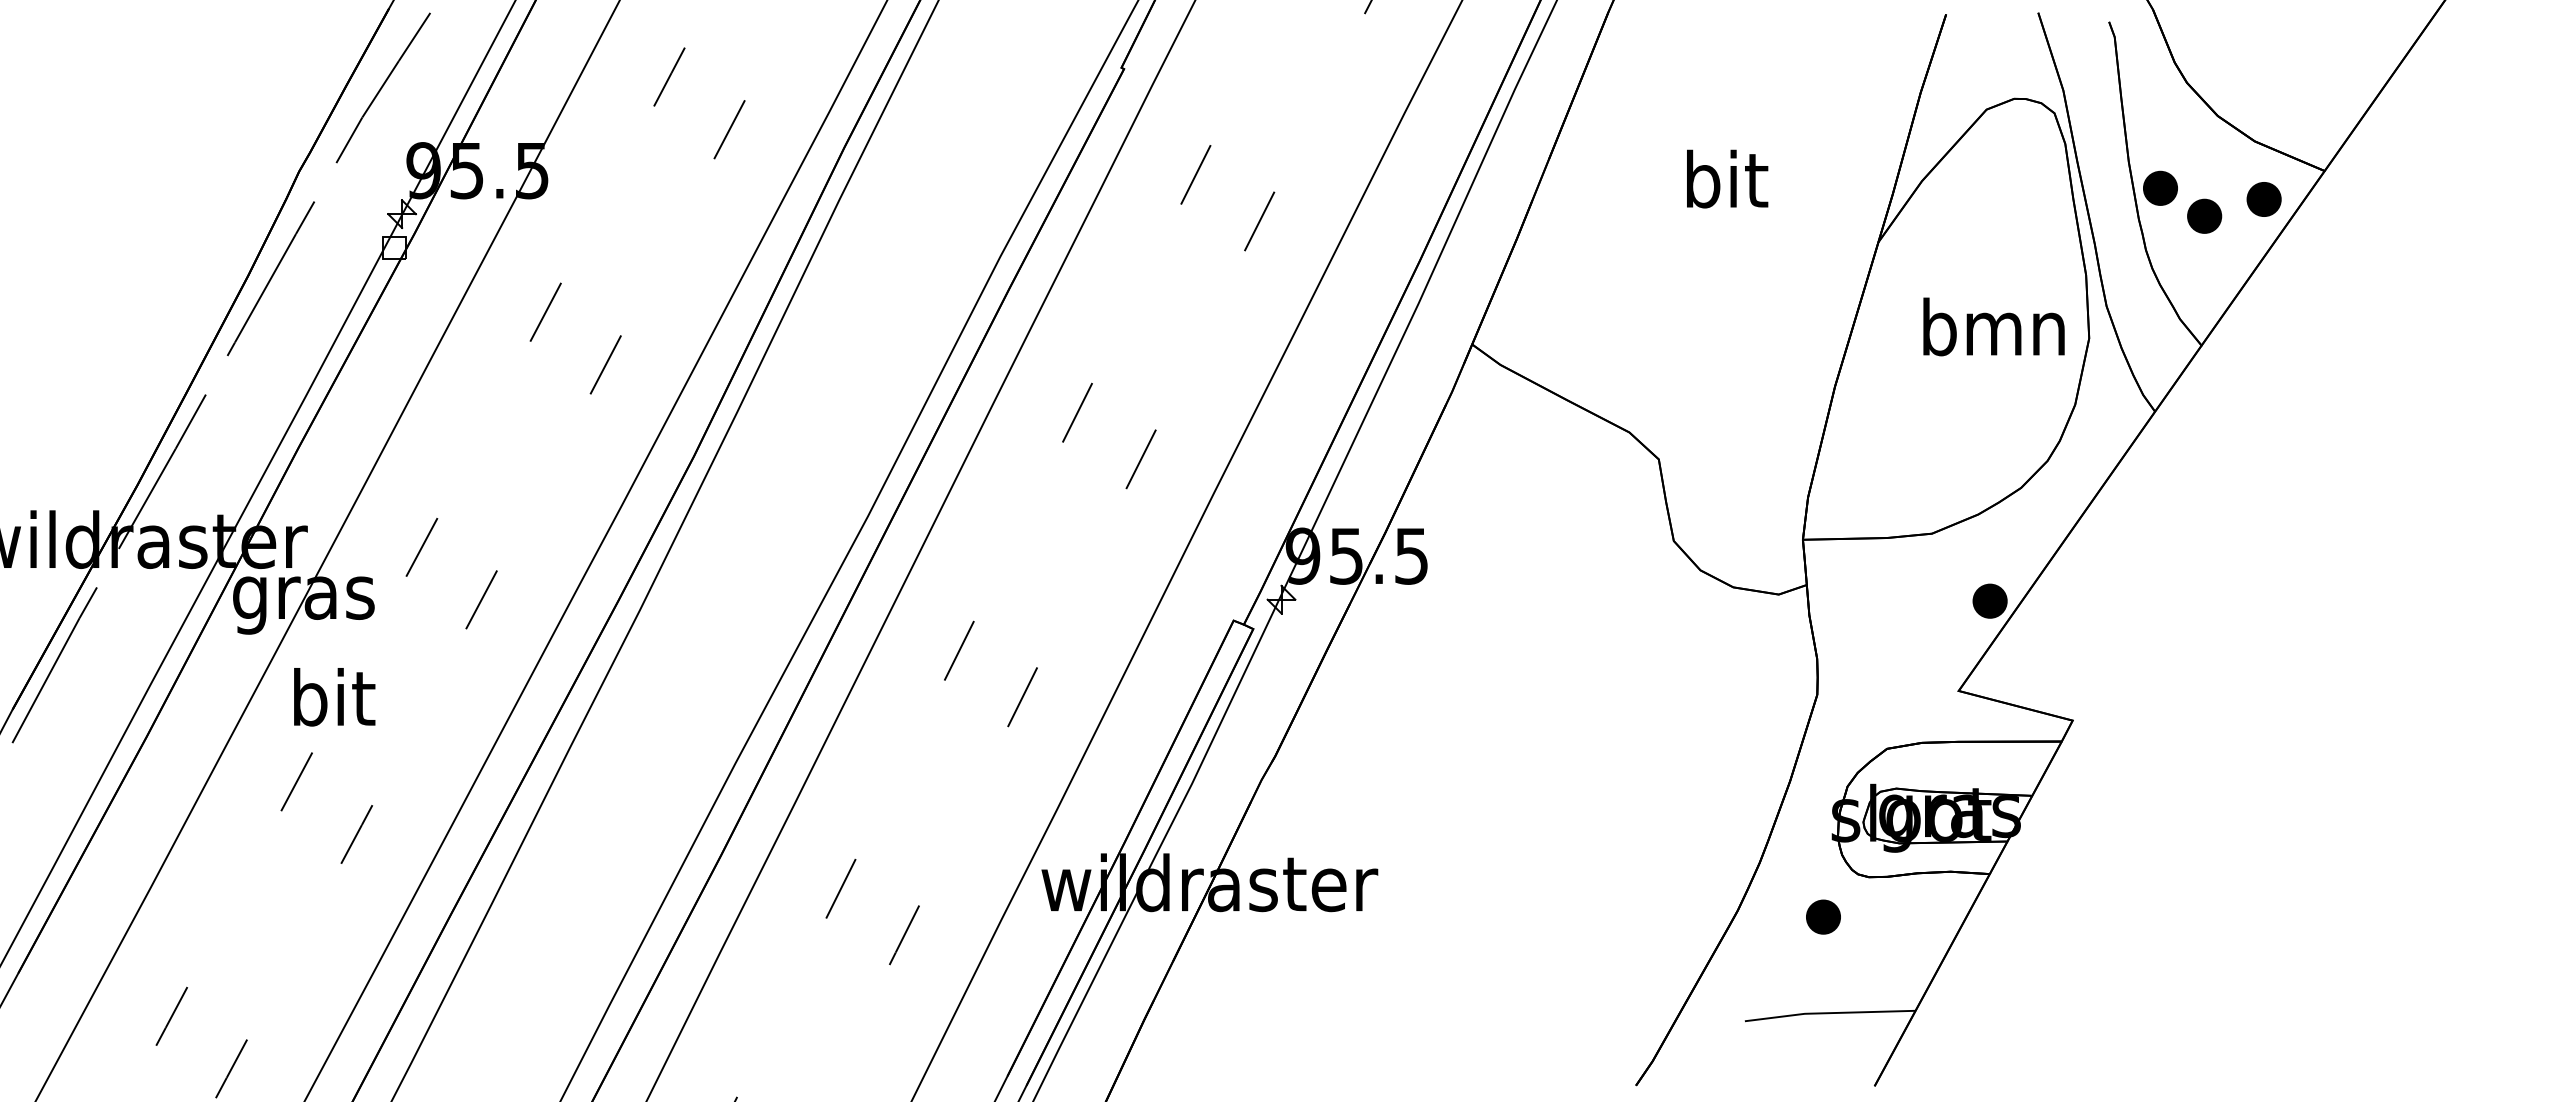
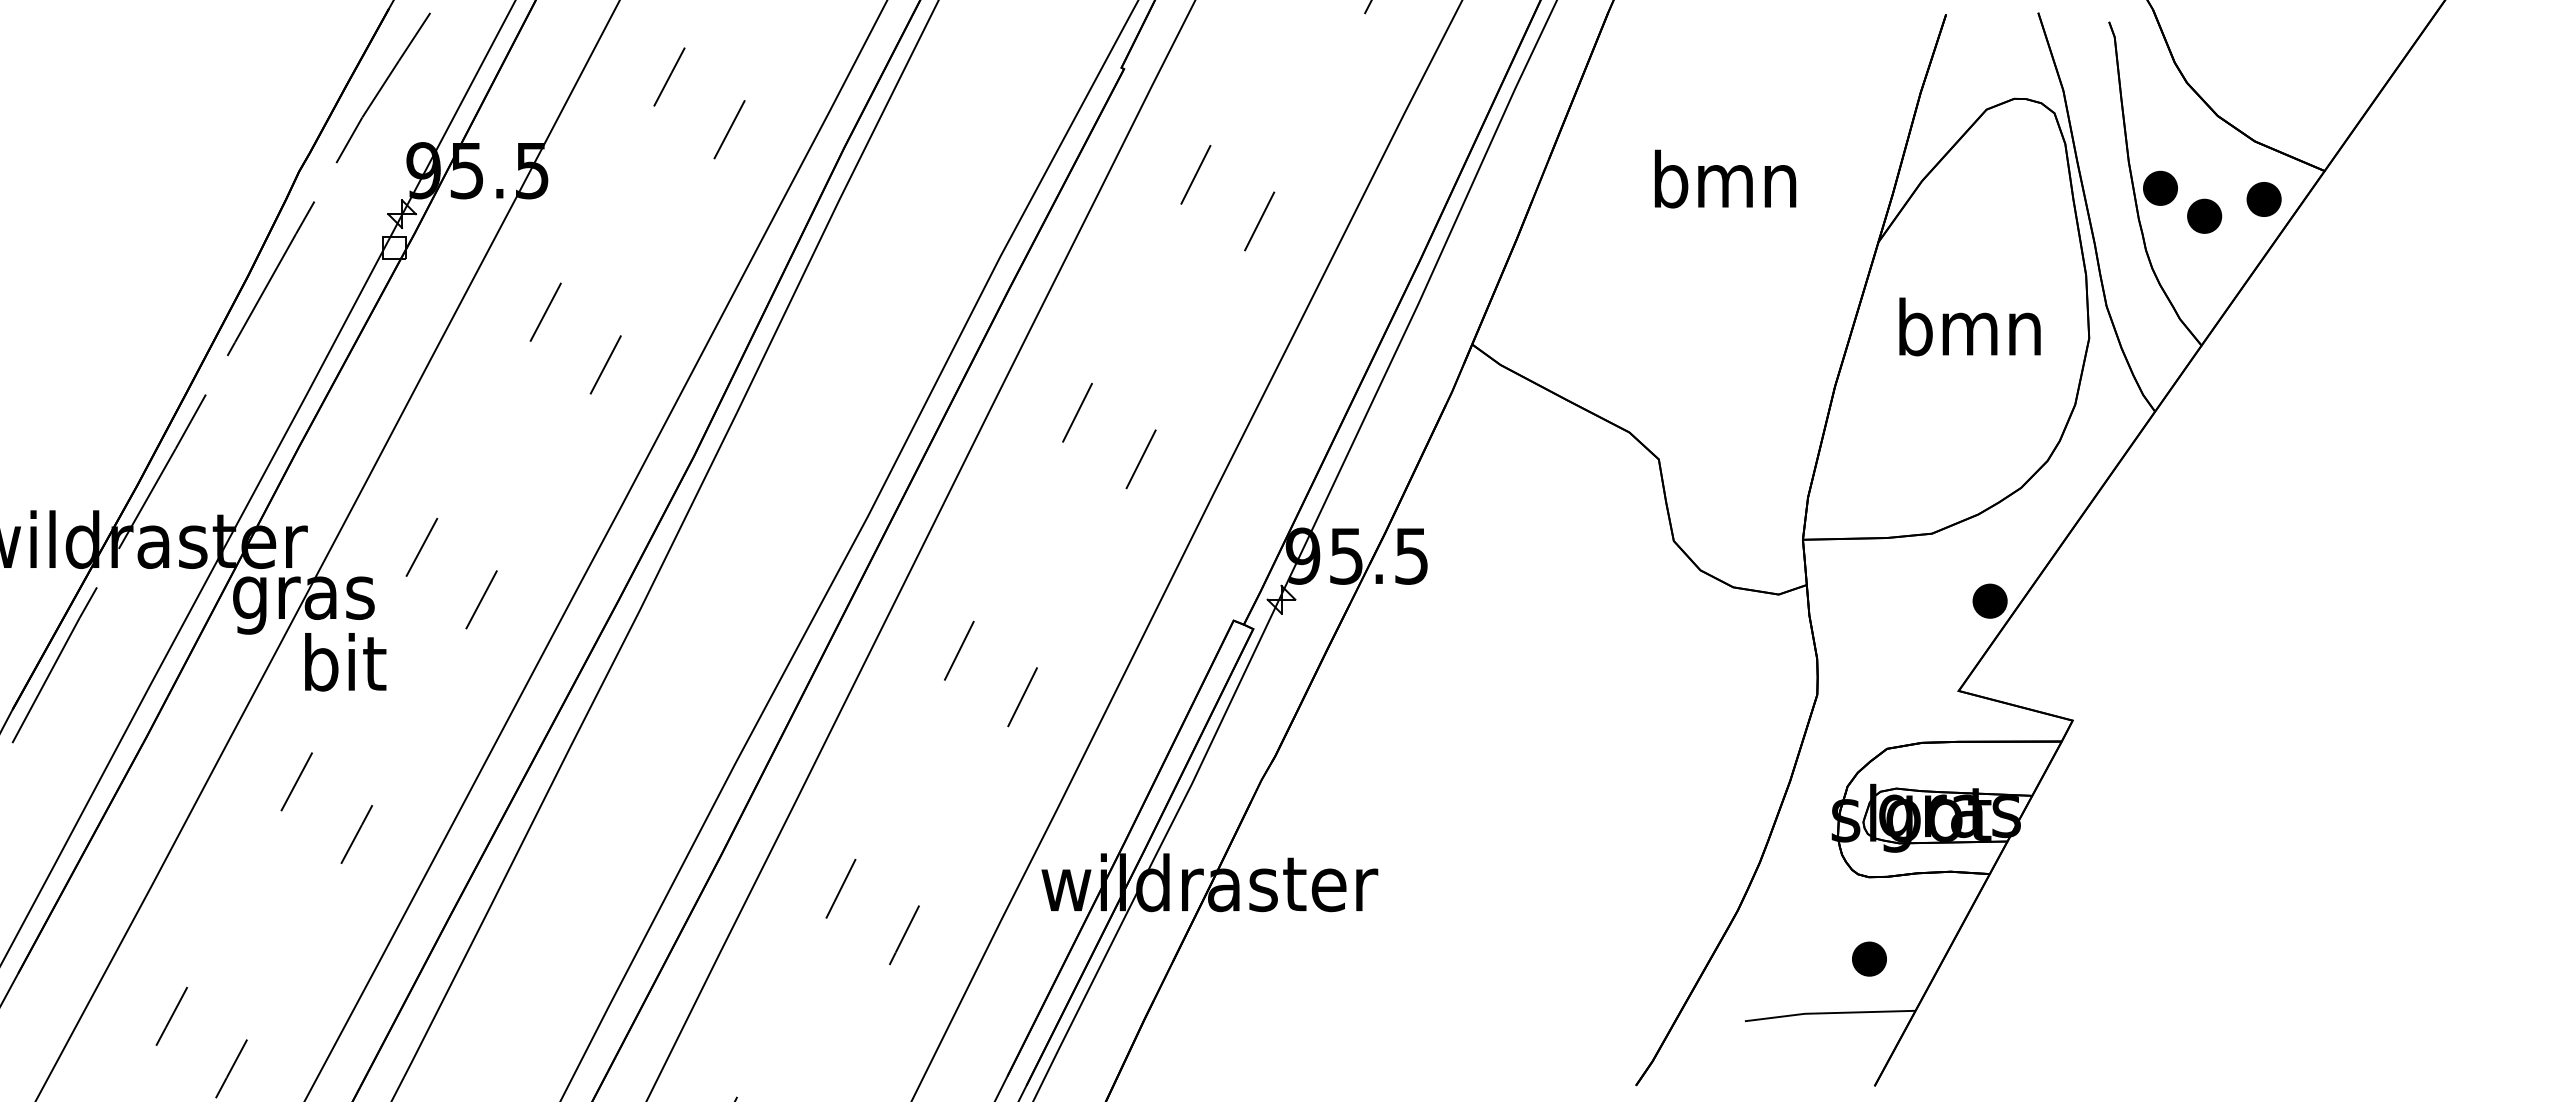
text at (1725, 178): bit -> bmn
text at (1993, 326) position: (1993, 326) -> (1969, 326)
text at (334, 697) position: (334, 697) -> (345, 662)
part at (1823, 916) position: (1823, 916) -> (1869, 958)
